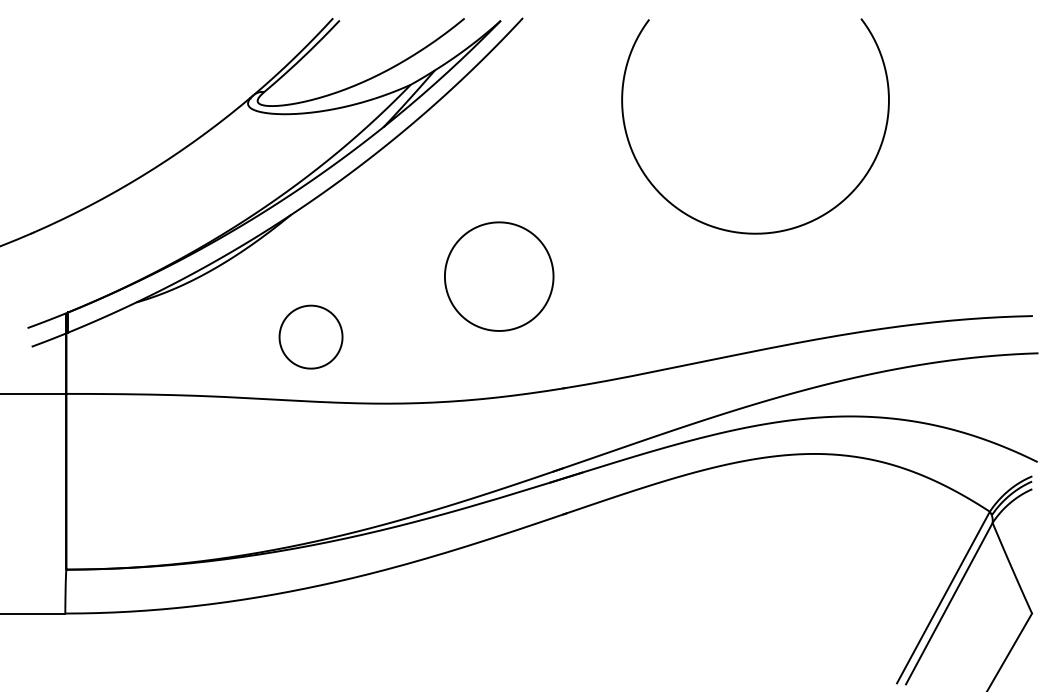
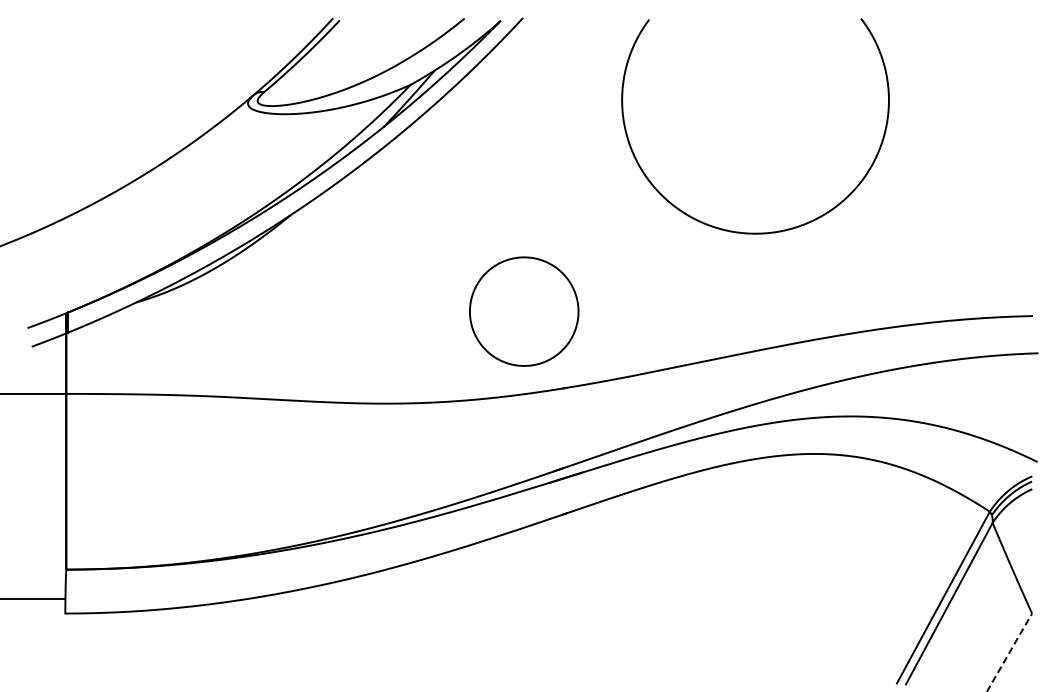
part at (499, 276) position: (499, 276) -> (524, 311)
part at (310, 336): present -> none
line at (33, 613) position: (33, 613) -> (33, 598)
line at (1009, 652): solid -> dashed
